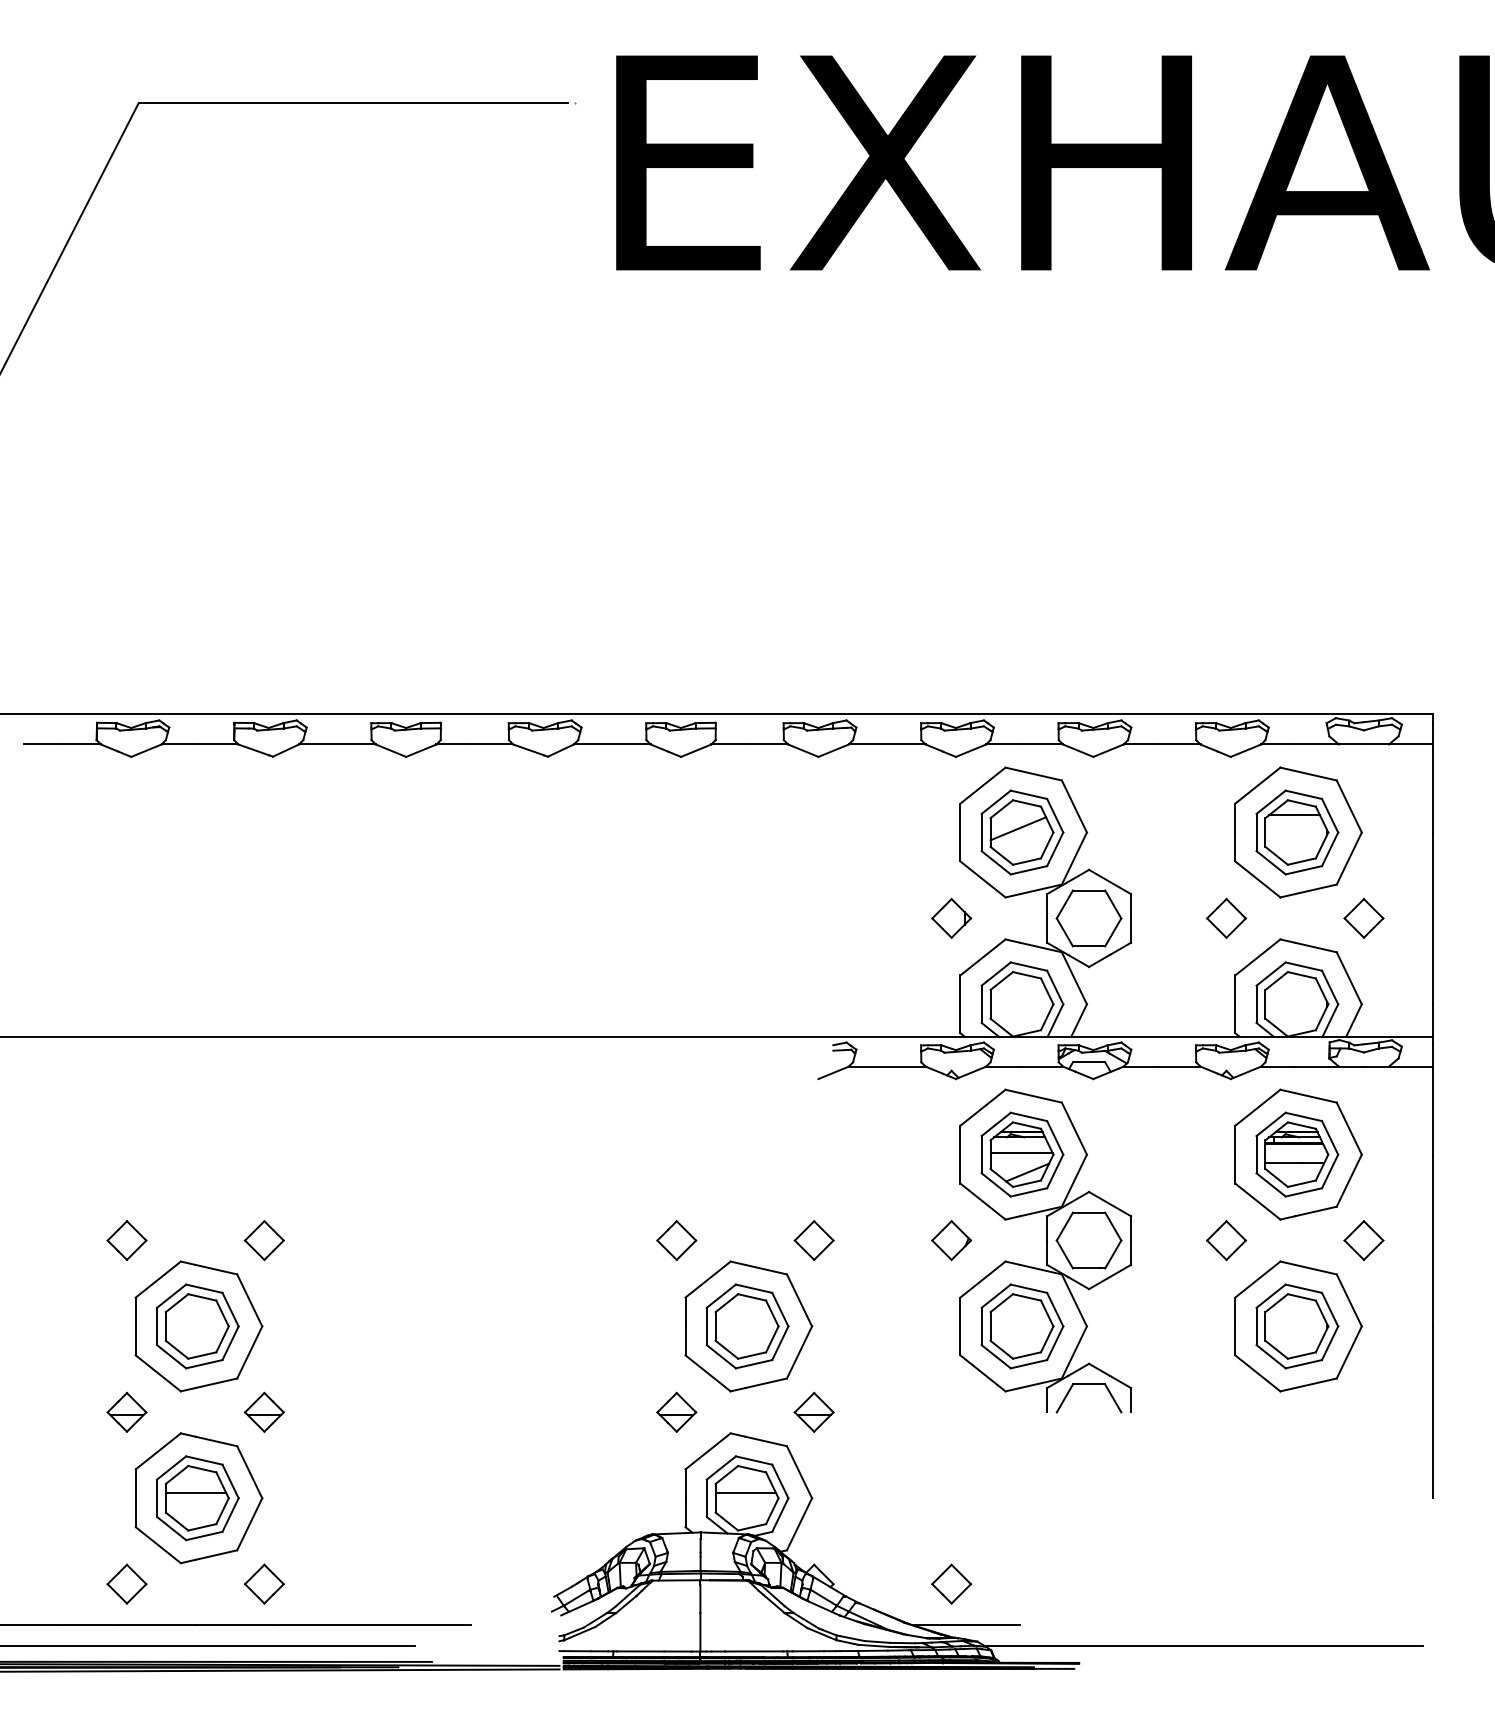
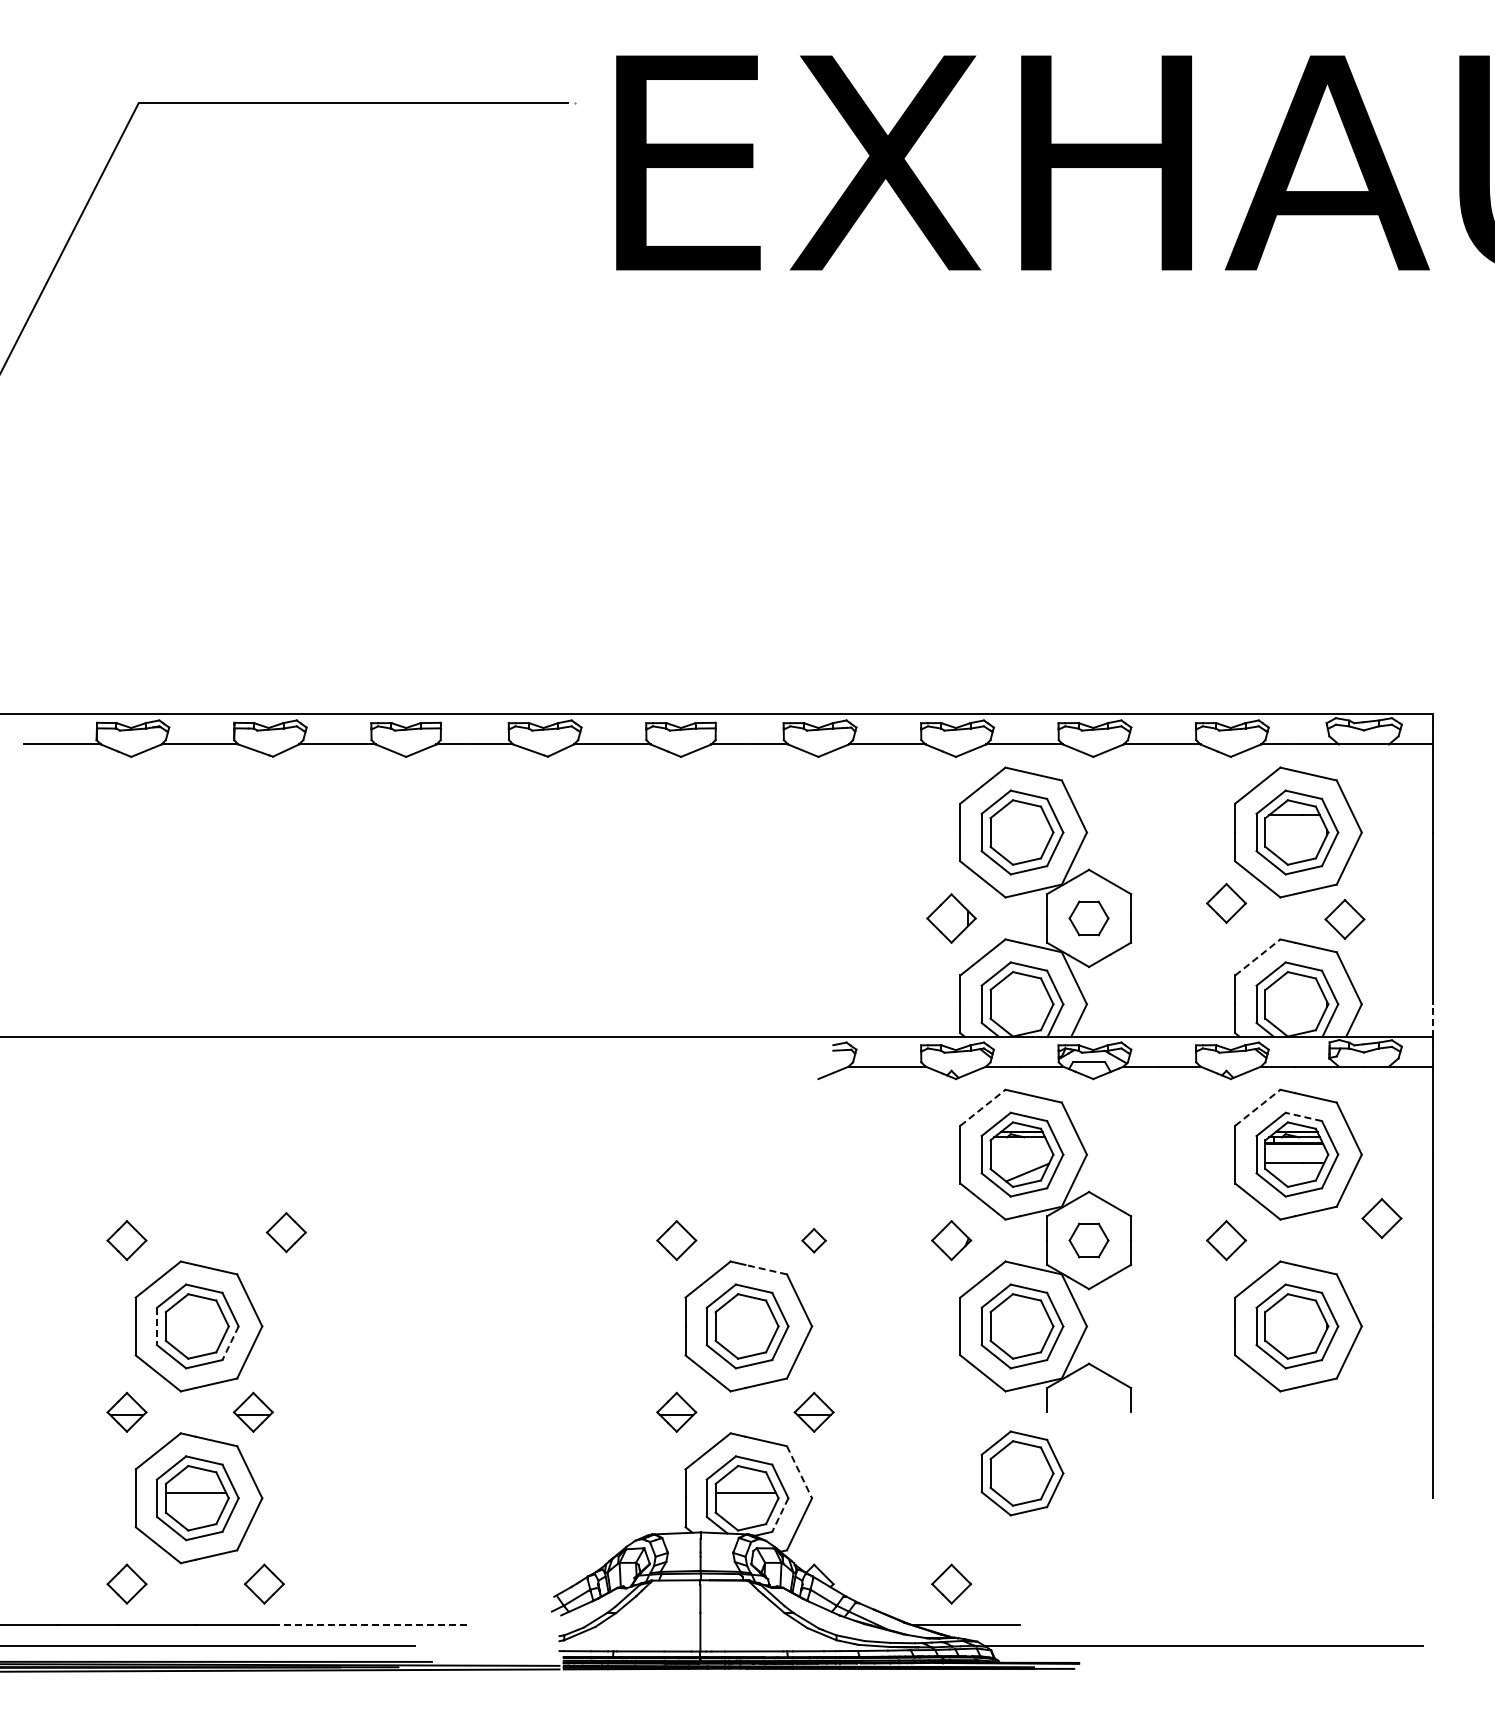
line at (1018, 828): present -> none
part at (951, 917) size: 42x42 px -> 51x51 px
part at (1226, 917) position: (1226, 917) -> (1226, 902)
part at (1088, 918) size: 68x59 px -> 42x37 px
part at (1363, 918) position: (1363, 918) -> (1344, 919)
line at (1257, 957): solid -> dashed
line at (1432, 1019): solid -> dashed
line at (982, 1107): solid -> dashed
line at (1257, 1107): solid -> dashed
line at (1303, 1116): solid -> dashed
line at (1021, 1152): present -> none
part at (263, 1240) position: (263, 1240) -> (285, 1232)
part at (813, 1240) size: 42x42 px -> 26x26 px
part at (1088, 1240) size: 68x59 px -> 42x37 px
part at (1363, 1240) position: (1363, 1240) -> (1381, 1218)
line at (765, 1269): solid -> dashed
line at (157, 1326): solid -> dashed
line at (230, 1343): solid -> dashed
part at (1088, 1384): present -> none
part at (263, 1411) position: (263, 1411) -> (252, 1411)
line at (799, 1472): solid -> dashed
part at (1022, 1473): none -> present
line at (780, 1515): solid -> dashed
line at (371, 1624): solid -> dashed
